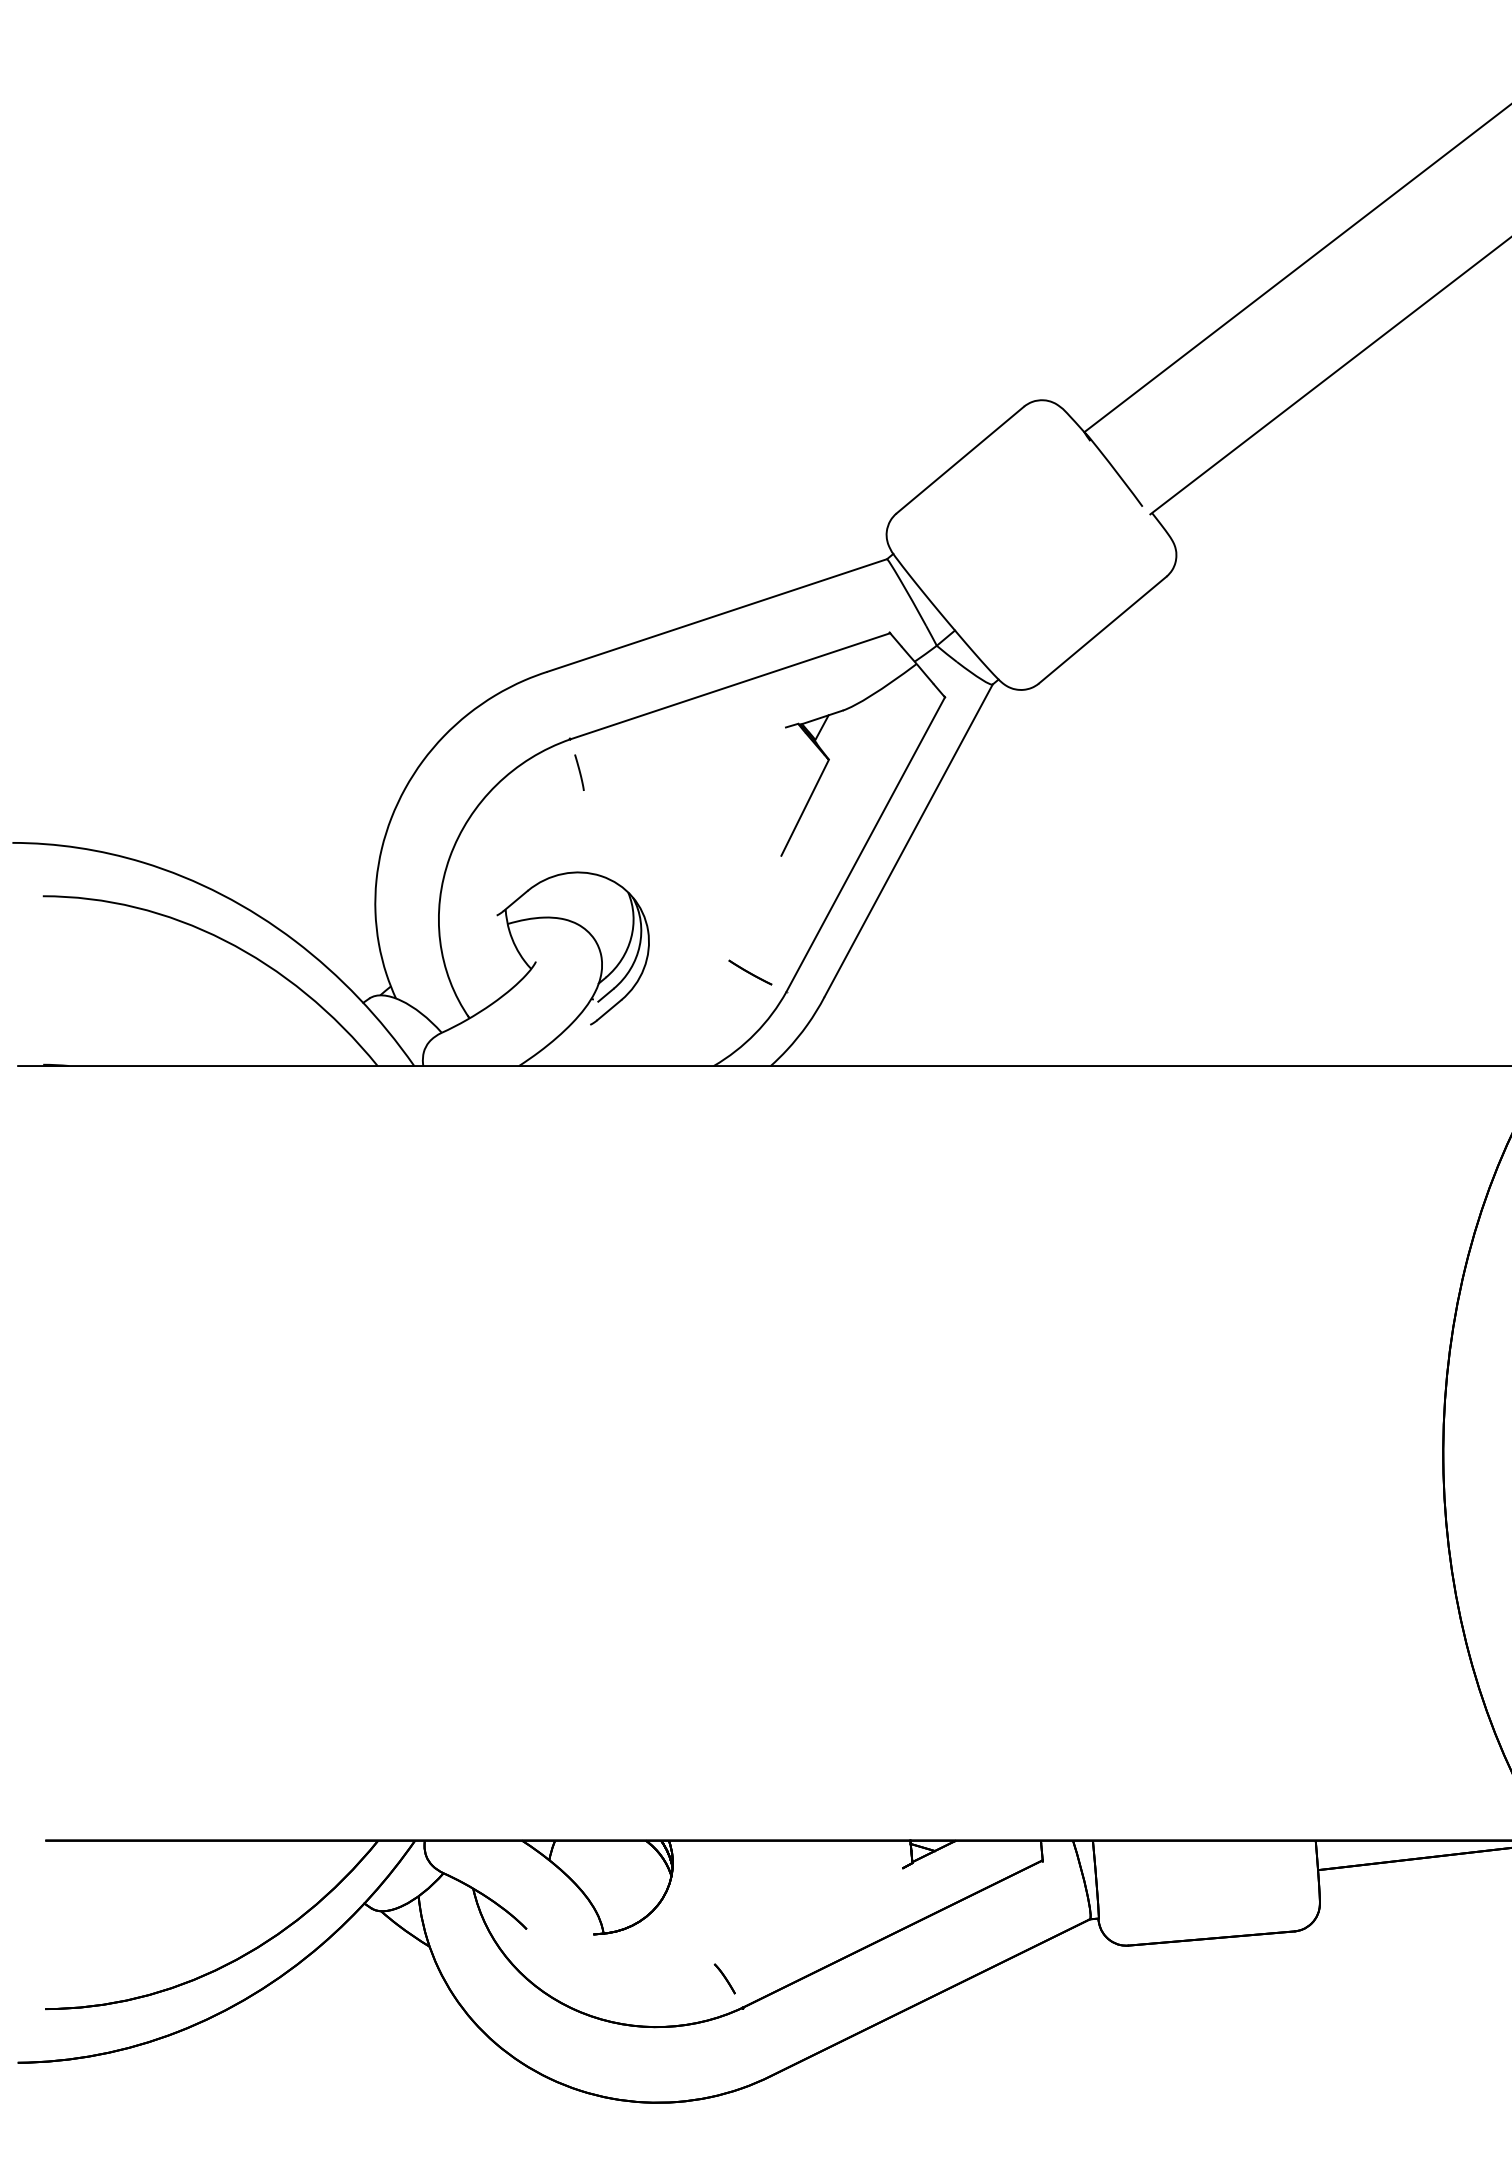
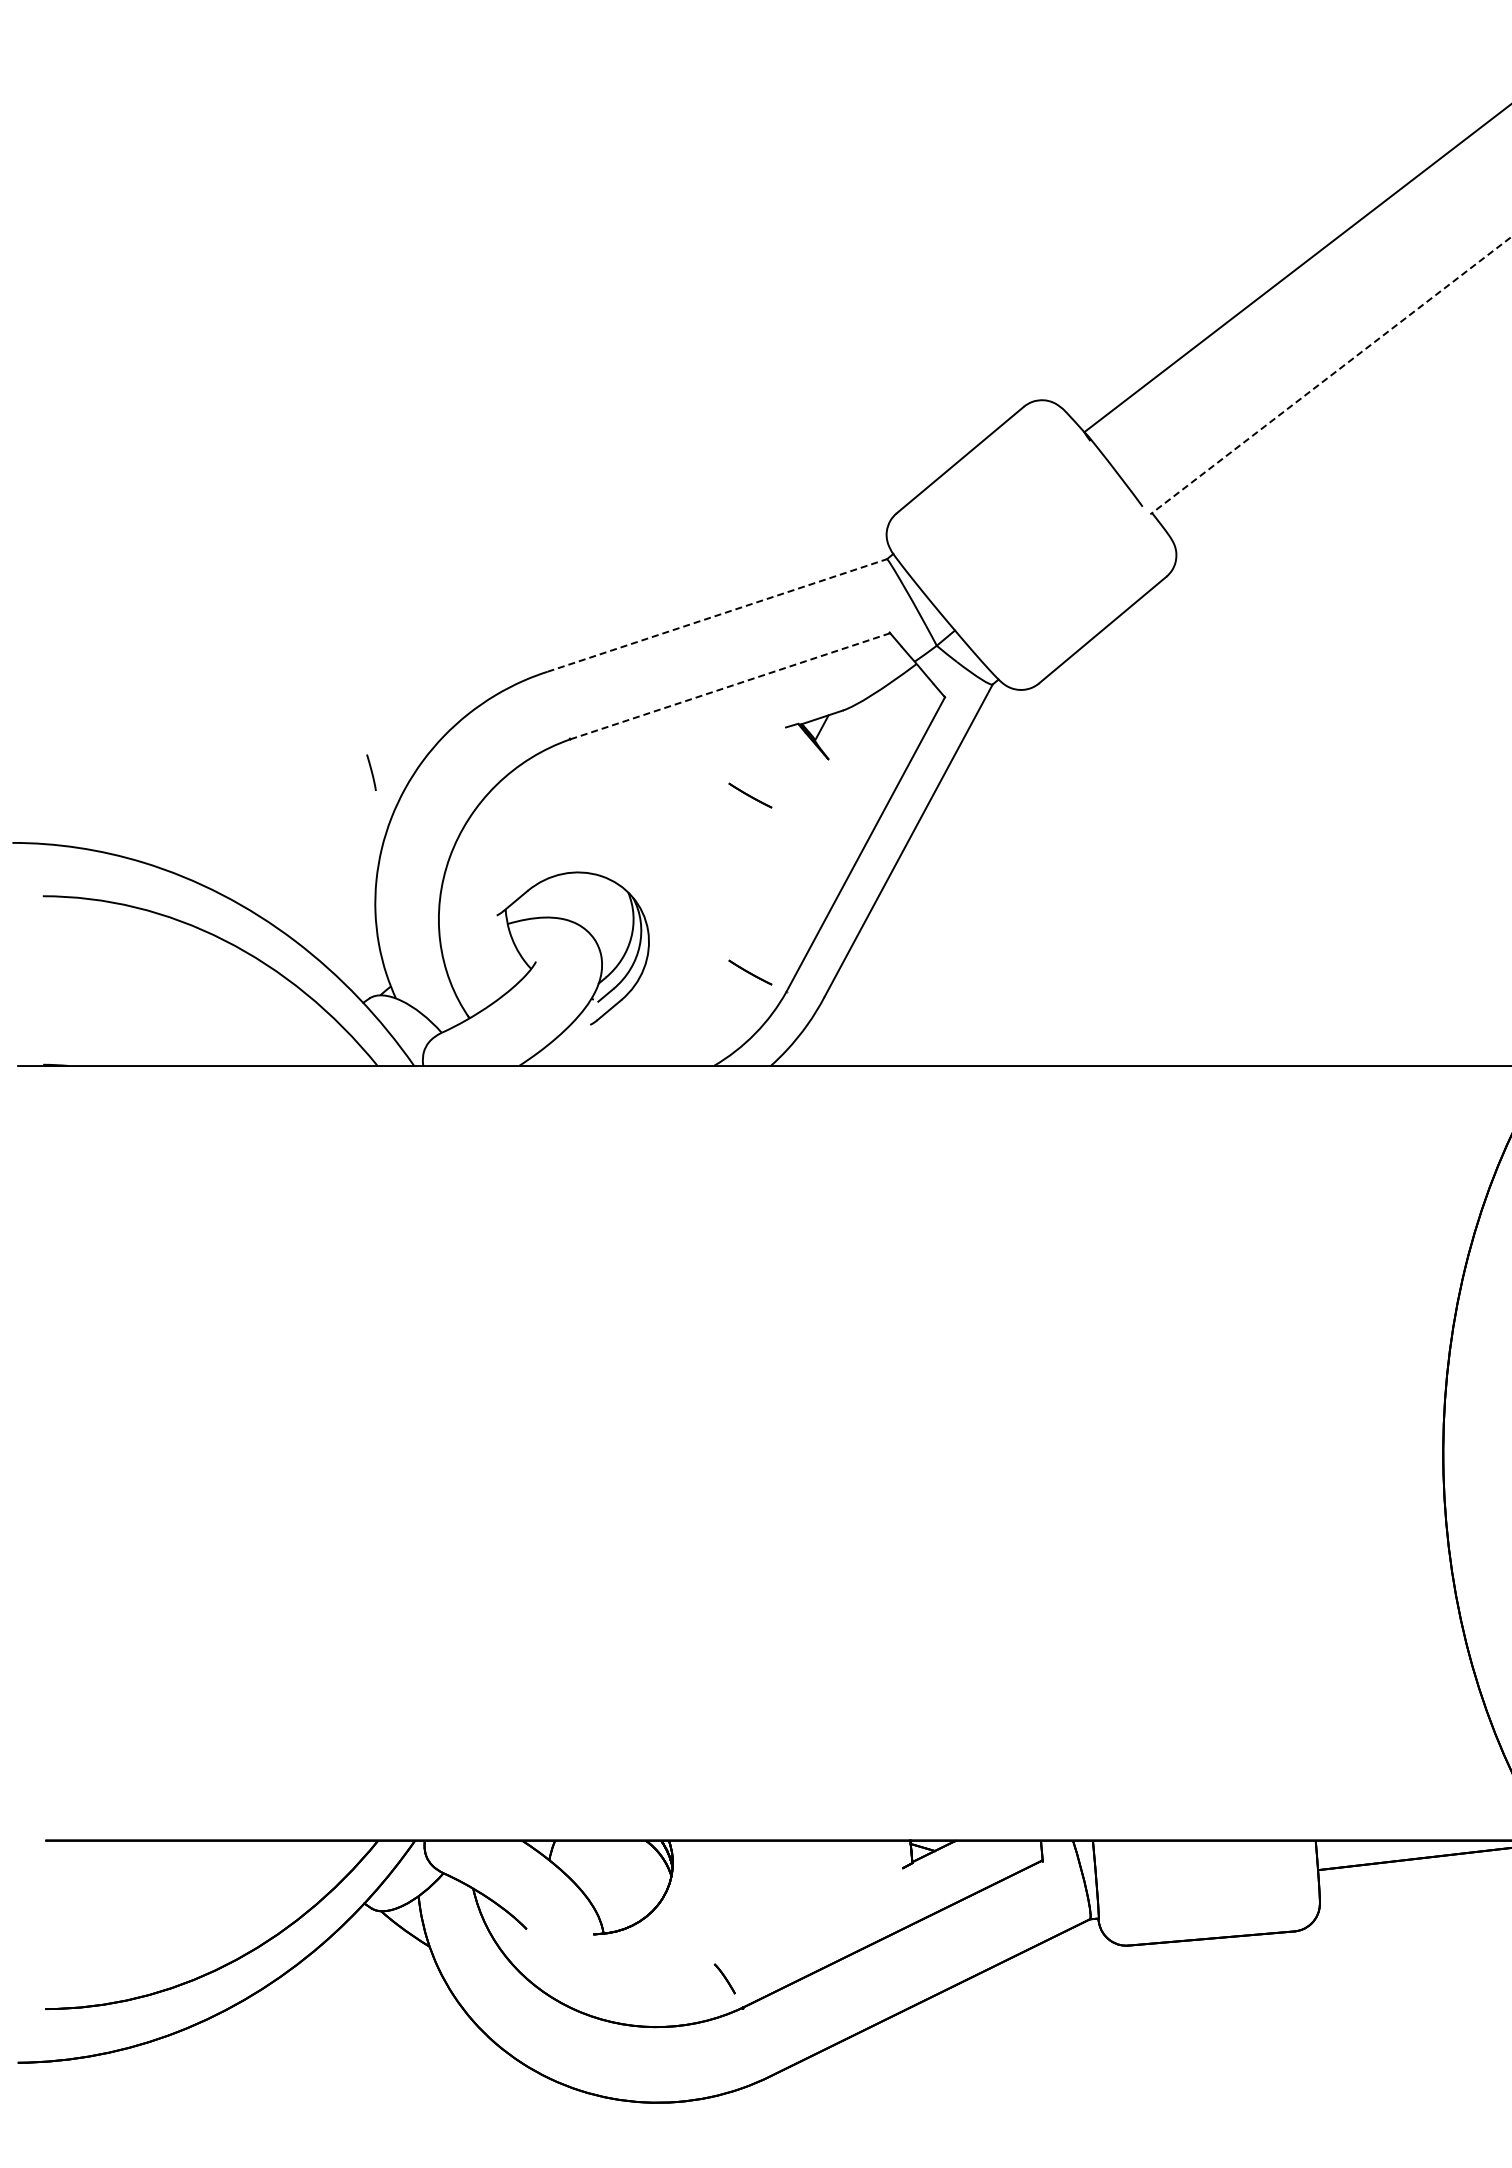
line at (1331, 375): solid -> dashed
line at (717, 615): solid -> dashed
line at (729, 686): solid -> dashed
line at (579, 772) position: (579, 772) -> (371, 772)
line at (750, 795): none -> present
line at (804, 807): present -> none
